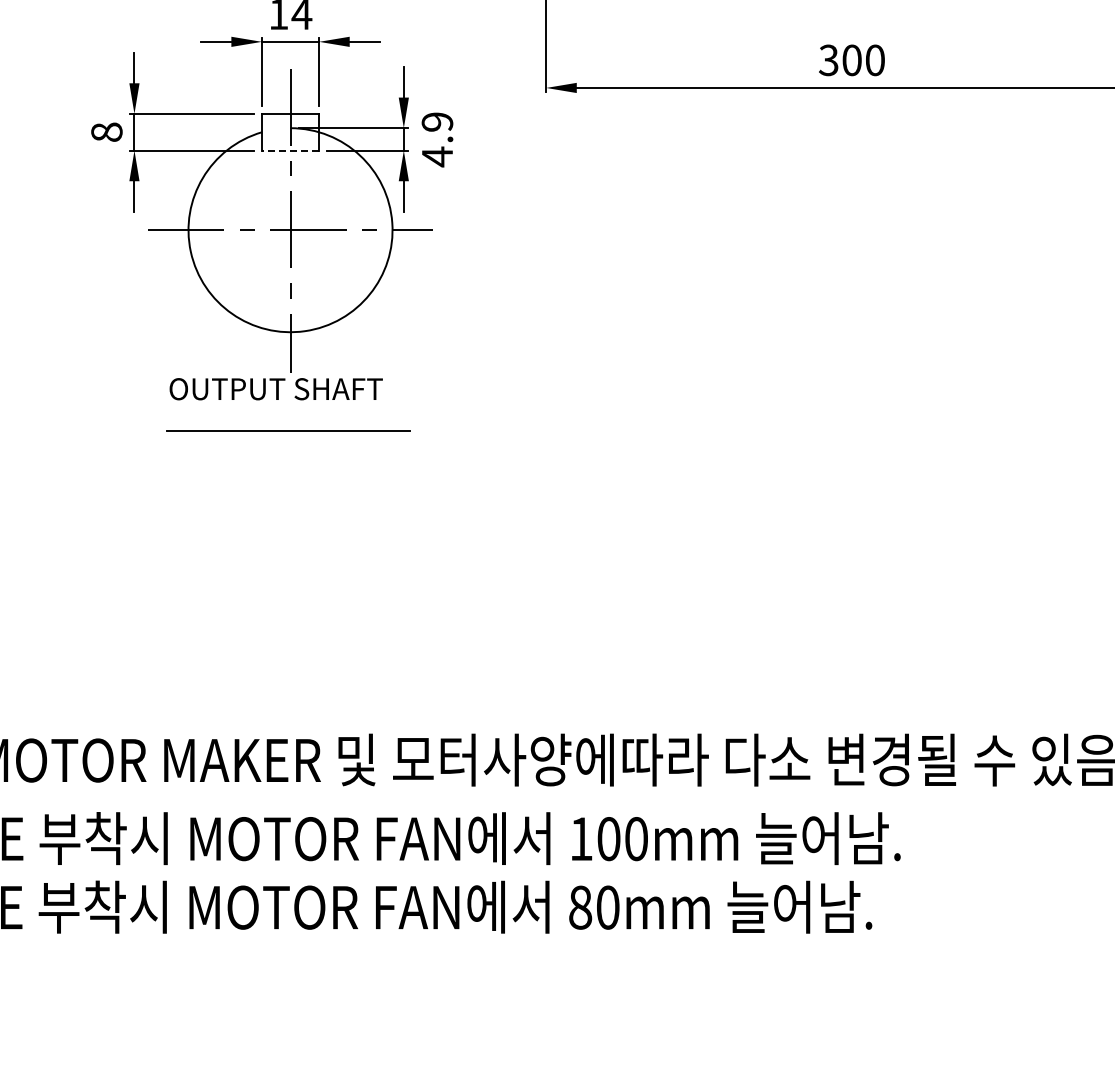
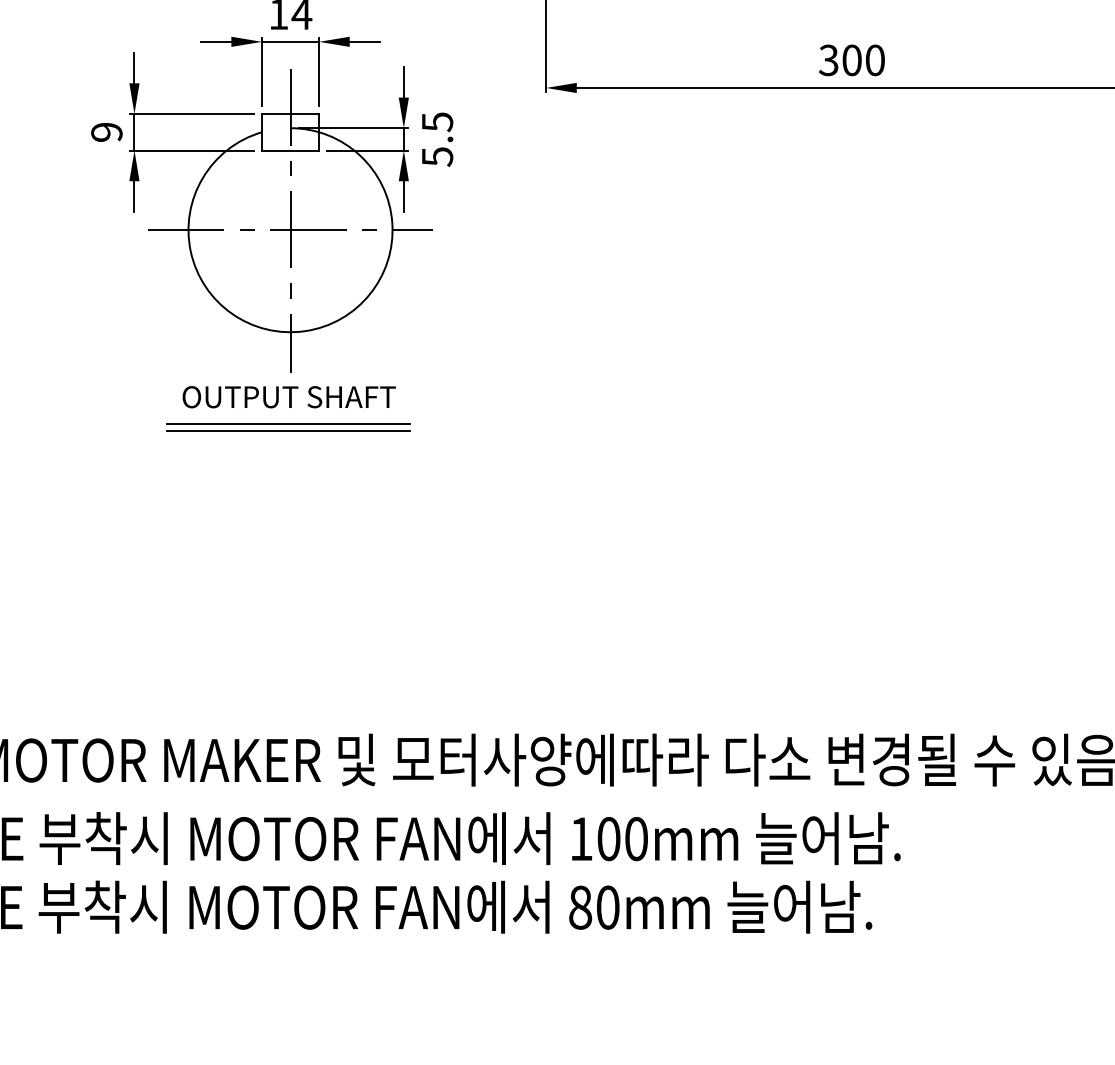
text at (106, 131): 8 -> 9
text at (437, 139): 4.9 -> 5.5
line at (290, 150): dashed -> solid
text at (275, 389) position: (275, 389) -> (288, 397)
line at (288, 423): none -> present
